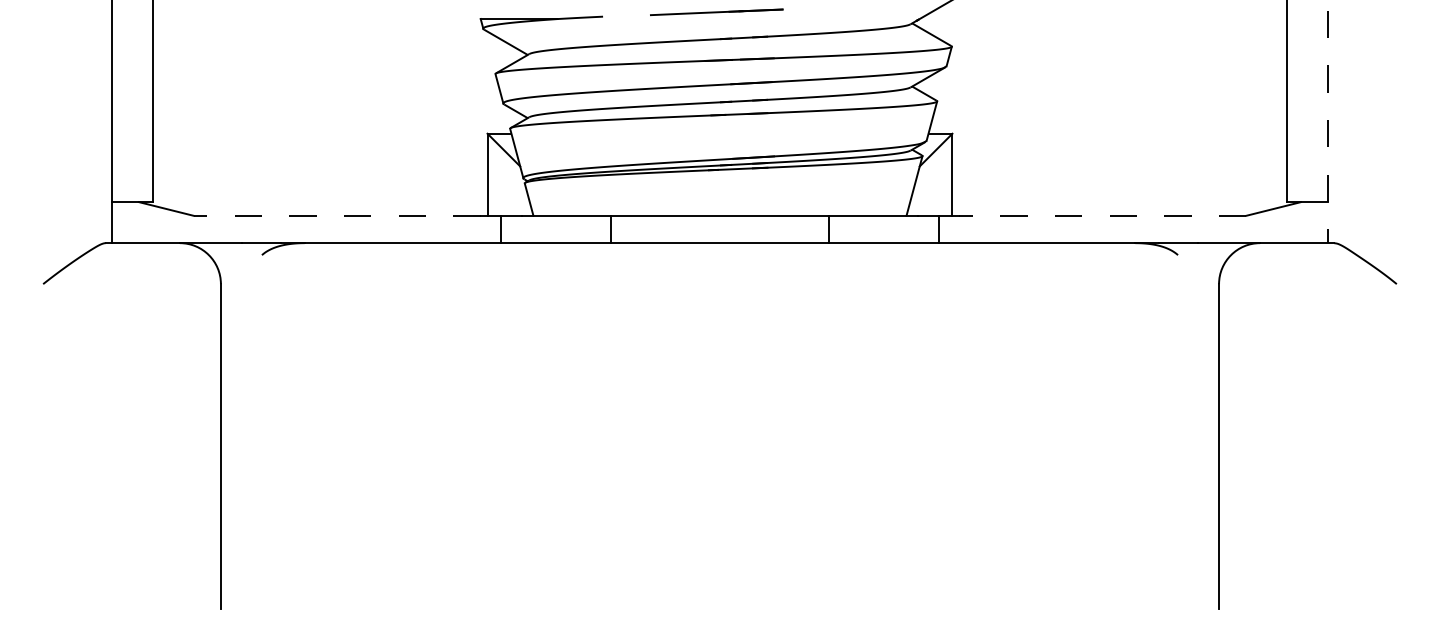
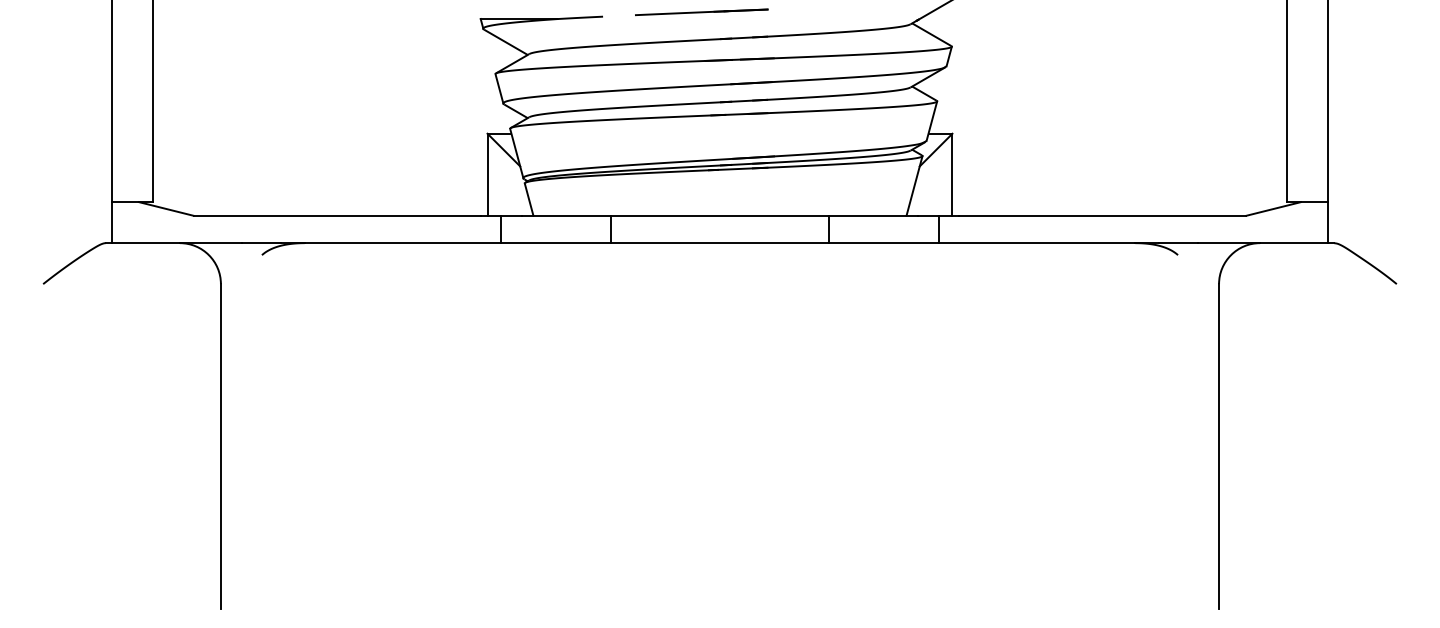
line at (716, 12) position: (716, 12) -> (701, 12)
line at (1328, 122): dashed -> solid
line at (337, 215): dashed -> solid
line at (1102, 215): dashed -> solid
